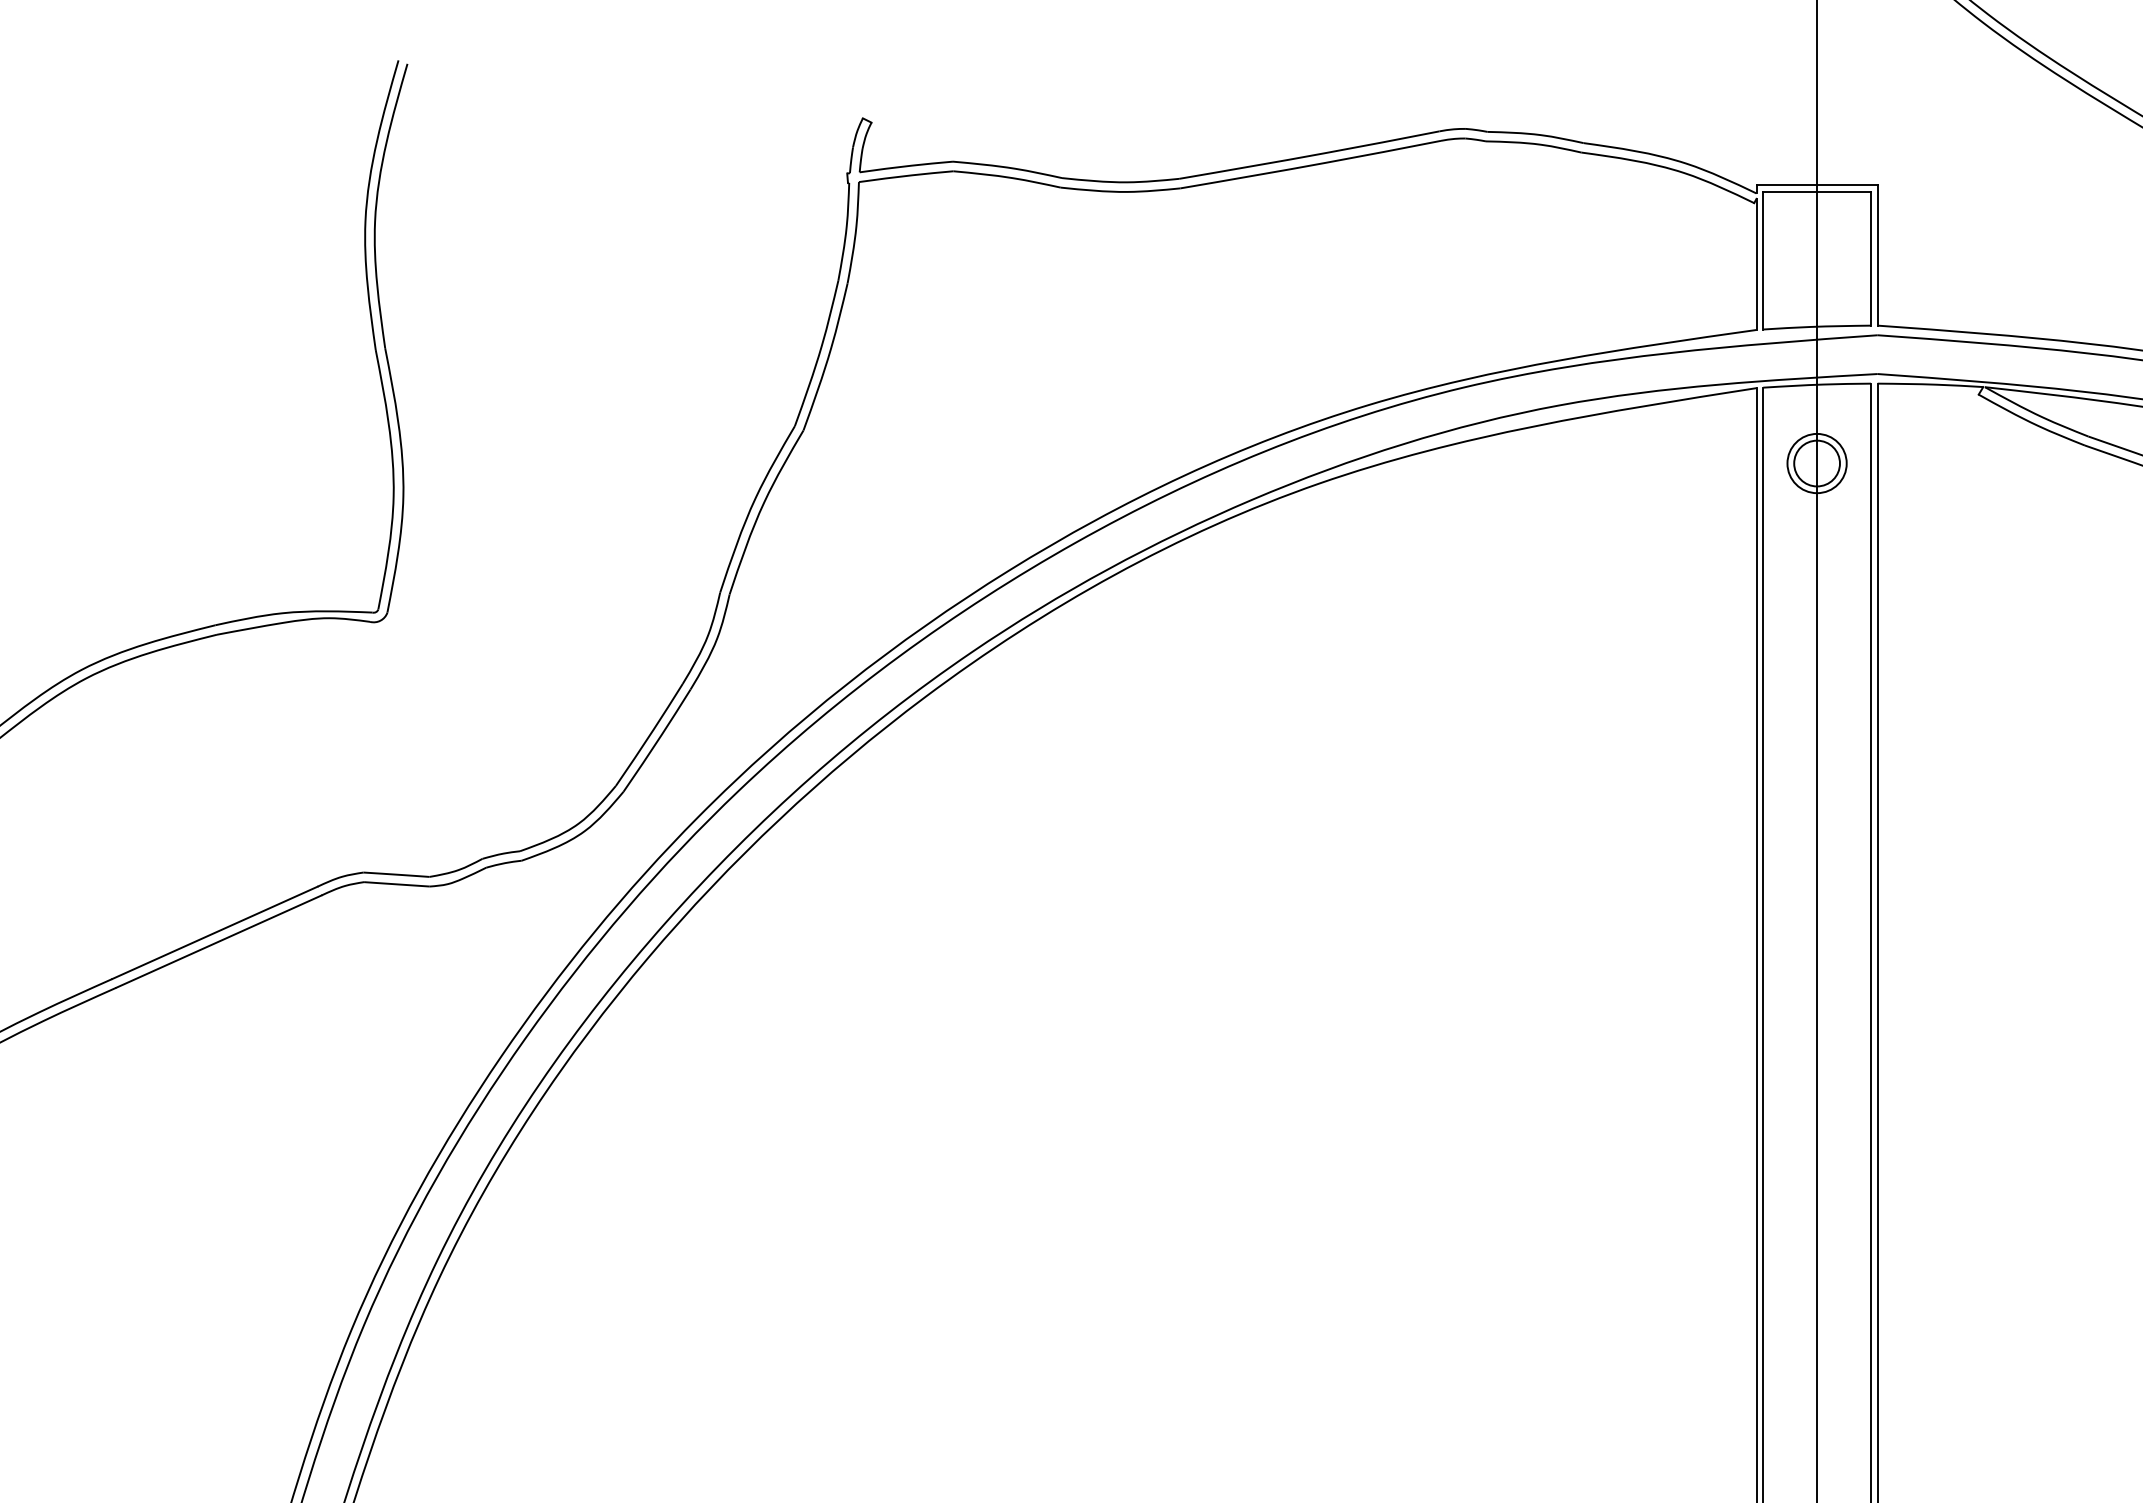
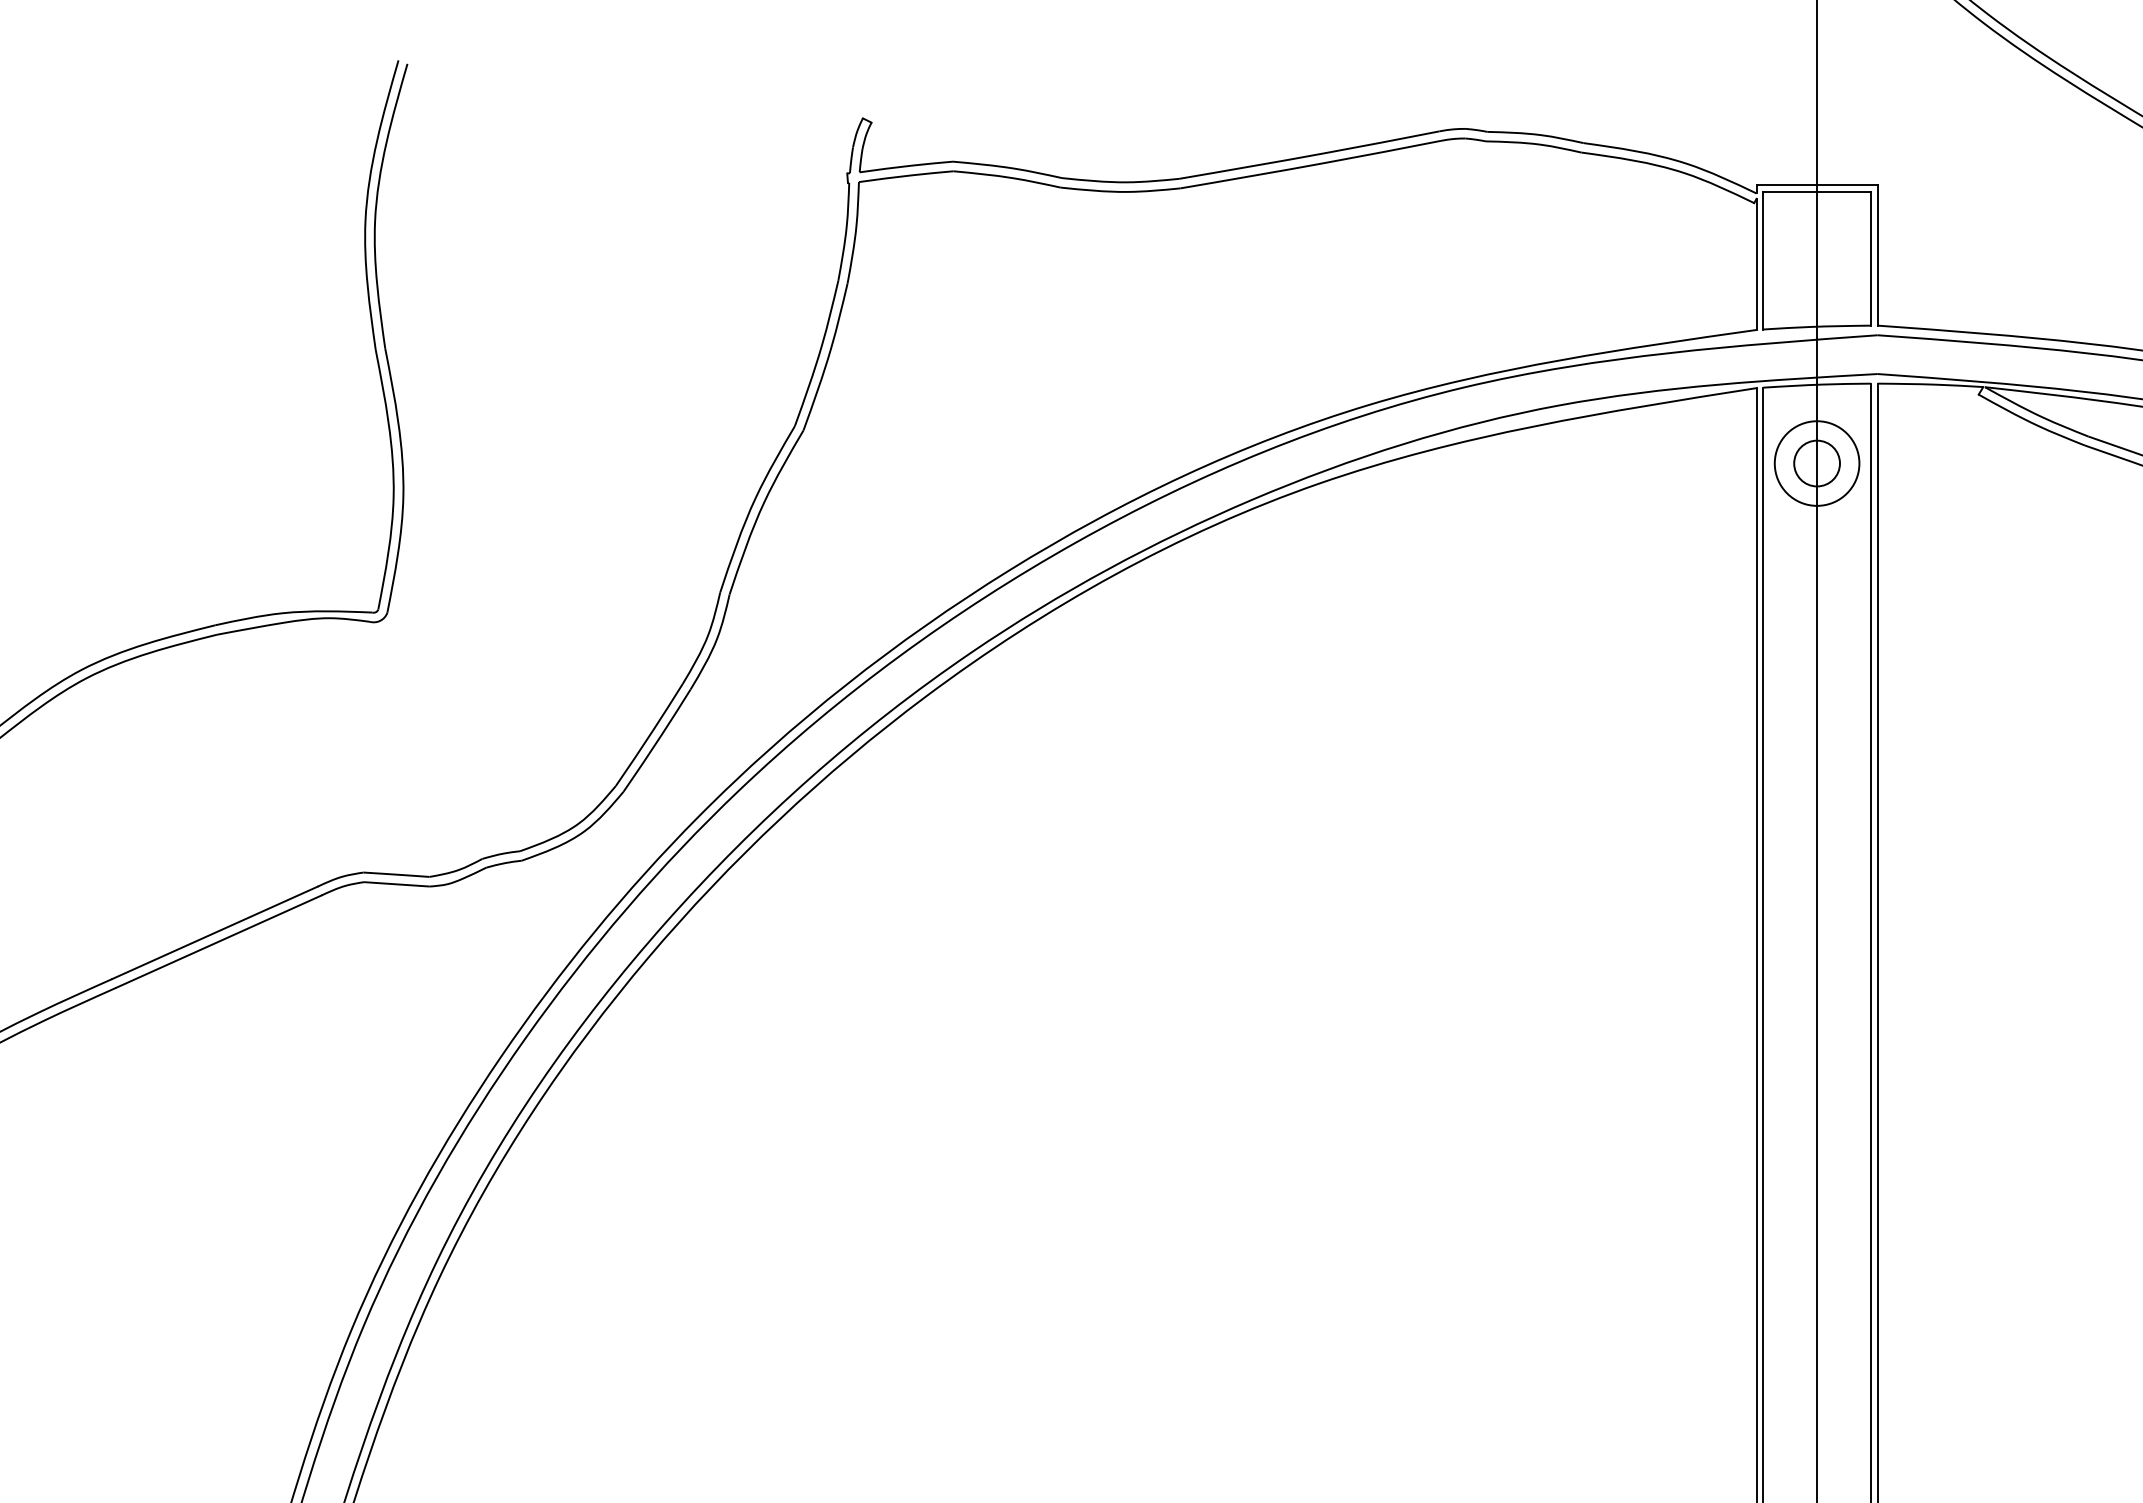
circle at (1816, 463) diameter: 59 px -> 85 px
